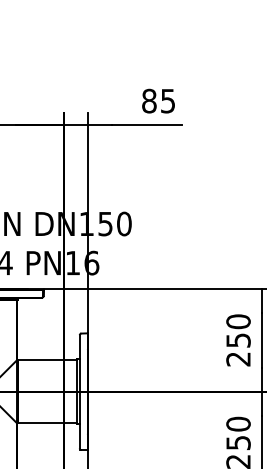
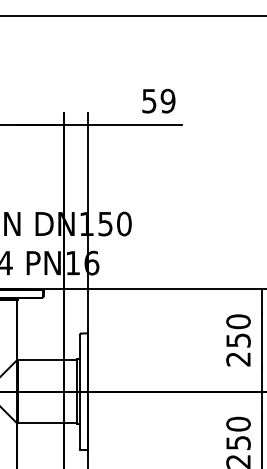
line at (132, 16): none -> present
text at (158, 100): 85 -> 59
